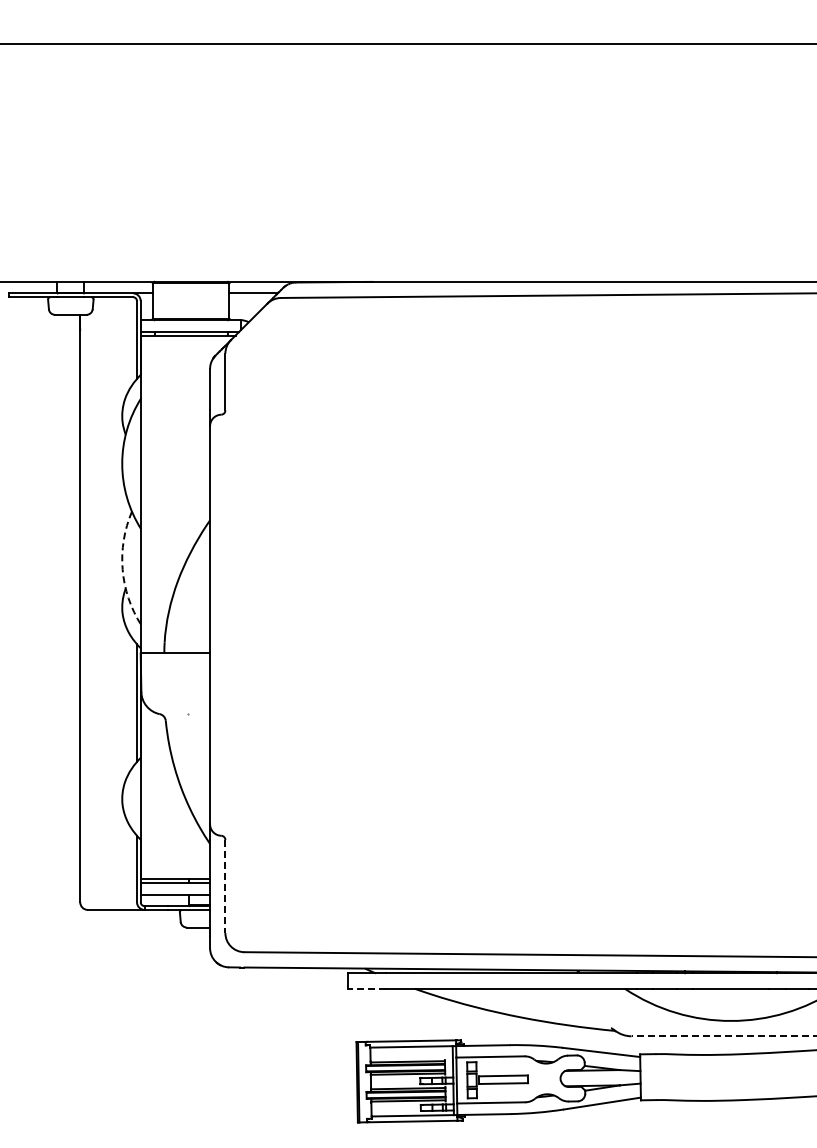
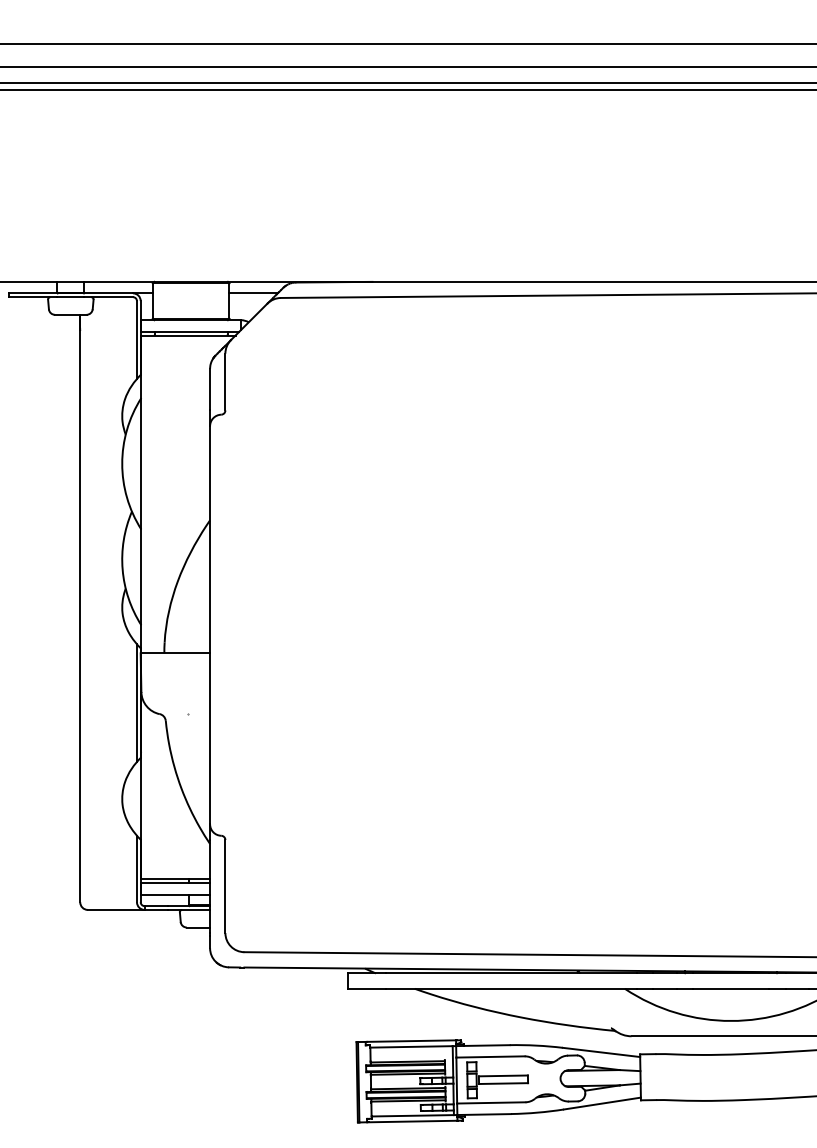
line at (407, 67): none -> present
line at (407, 82): none -> present
line at (407, 90): none -> present
arc at (122, 569): dashed -> solid
line at (225, 886): dashed -> solid
line at (366, 988): dashed -> solid
line at (724, 1036): dashed -> solid
